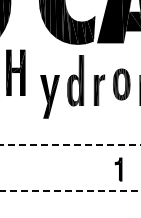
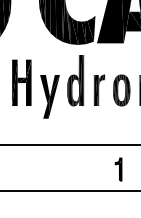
part at (15, 72) position: (15, 72) -> (21, 82)
part at (121, 84) position: (121, 84) -> (121, 90)
line at (70, 145): dashed -> solid
line at (70, 190): dashed -> solid
